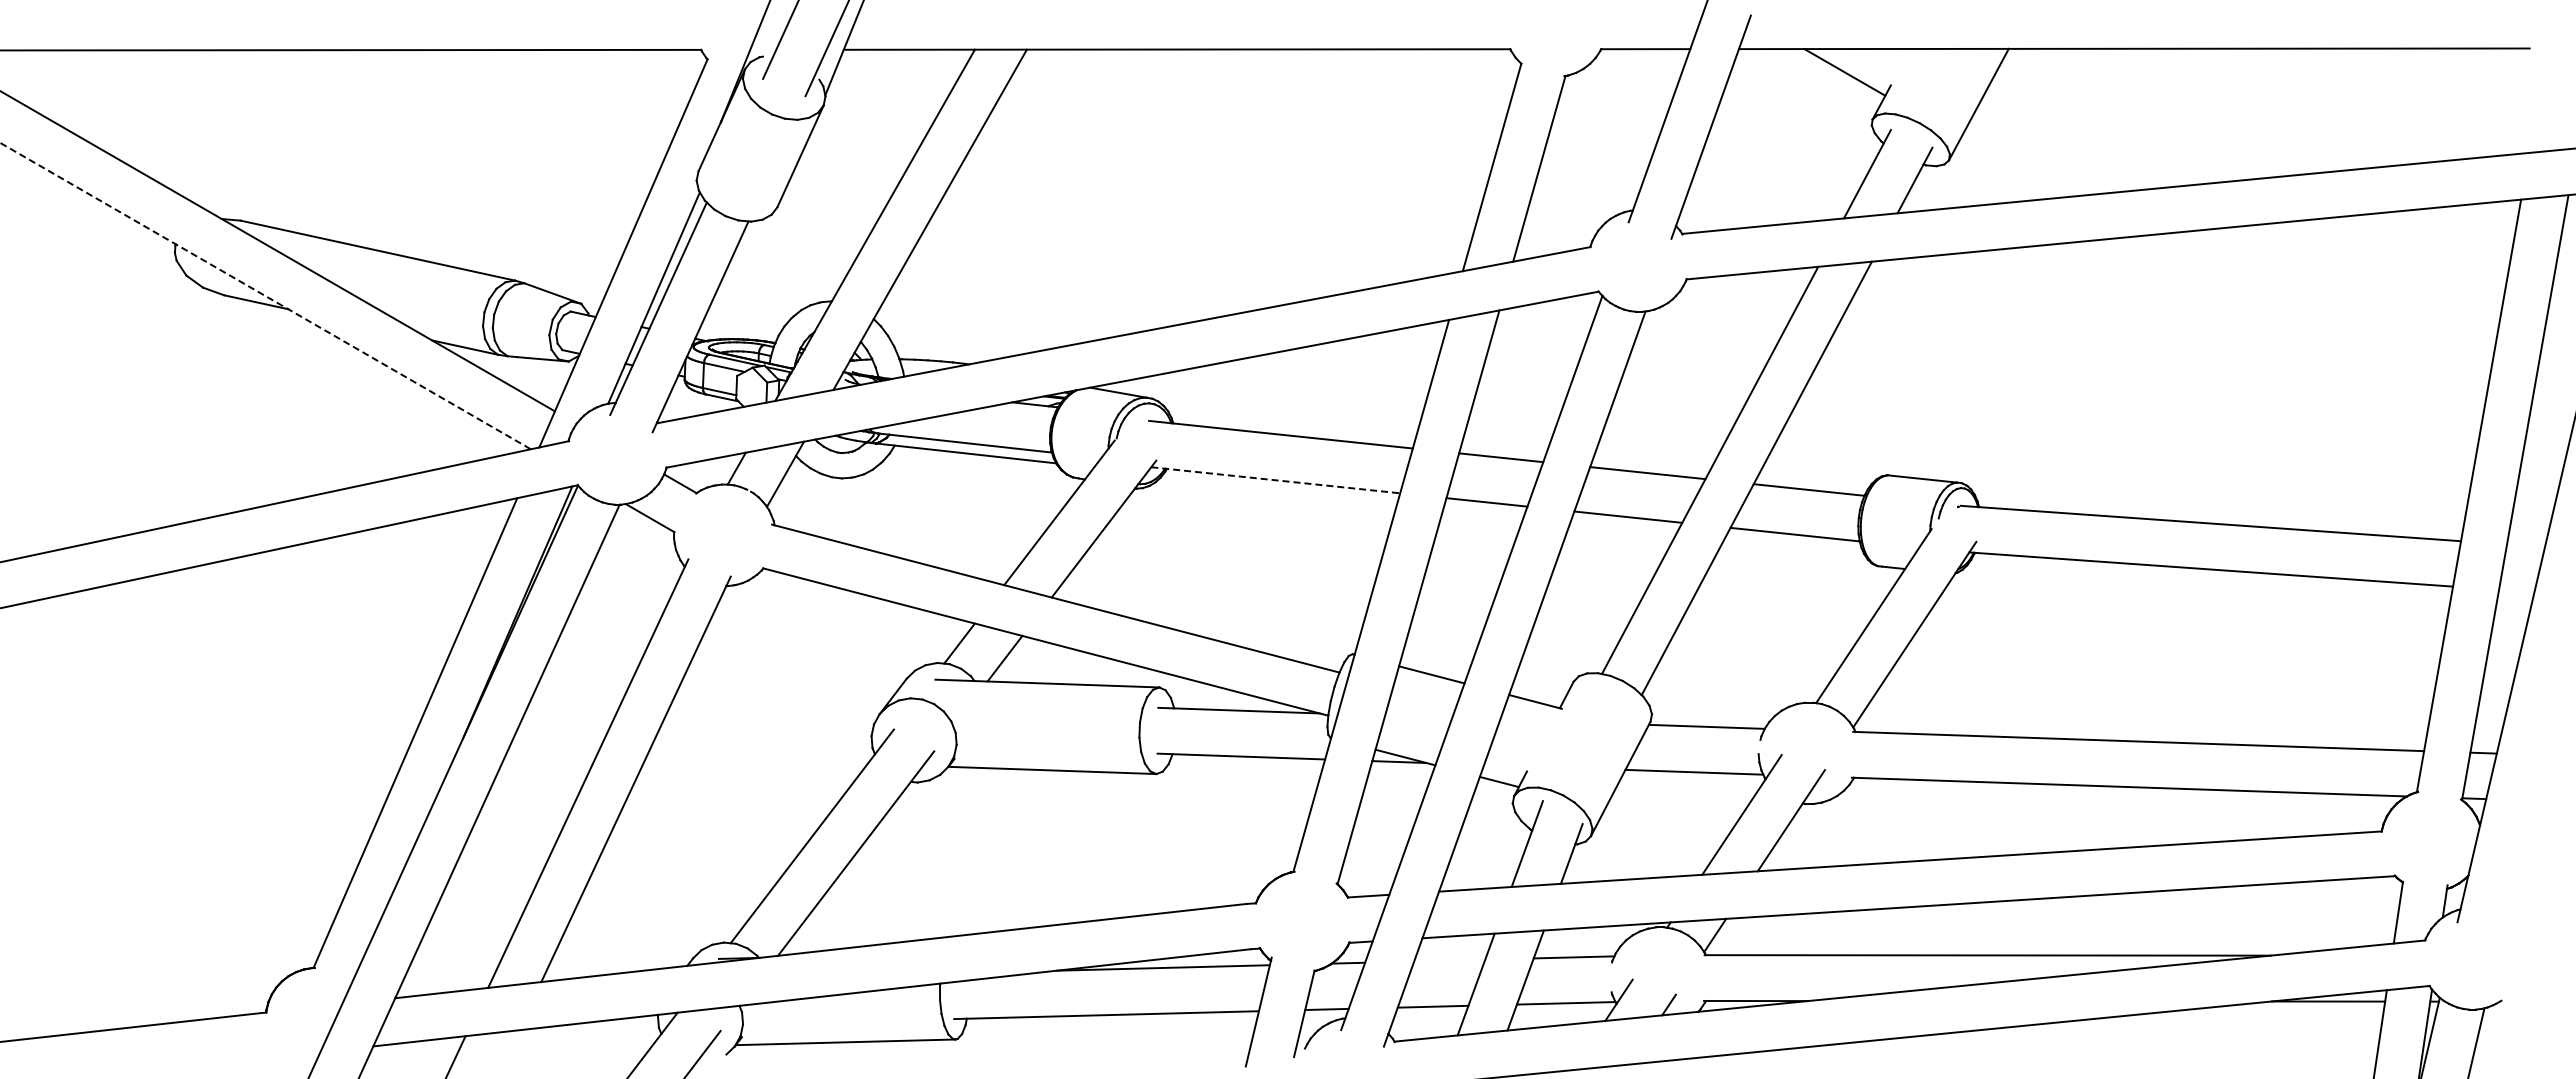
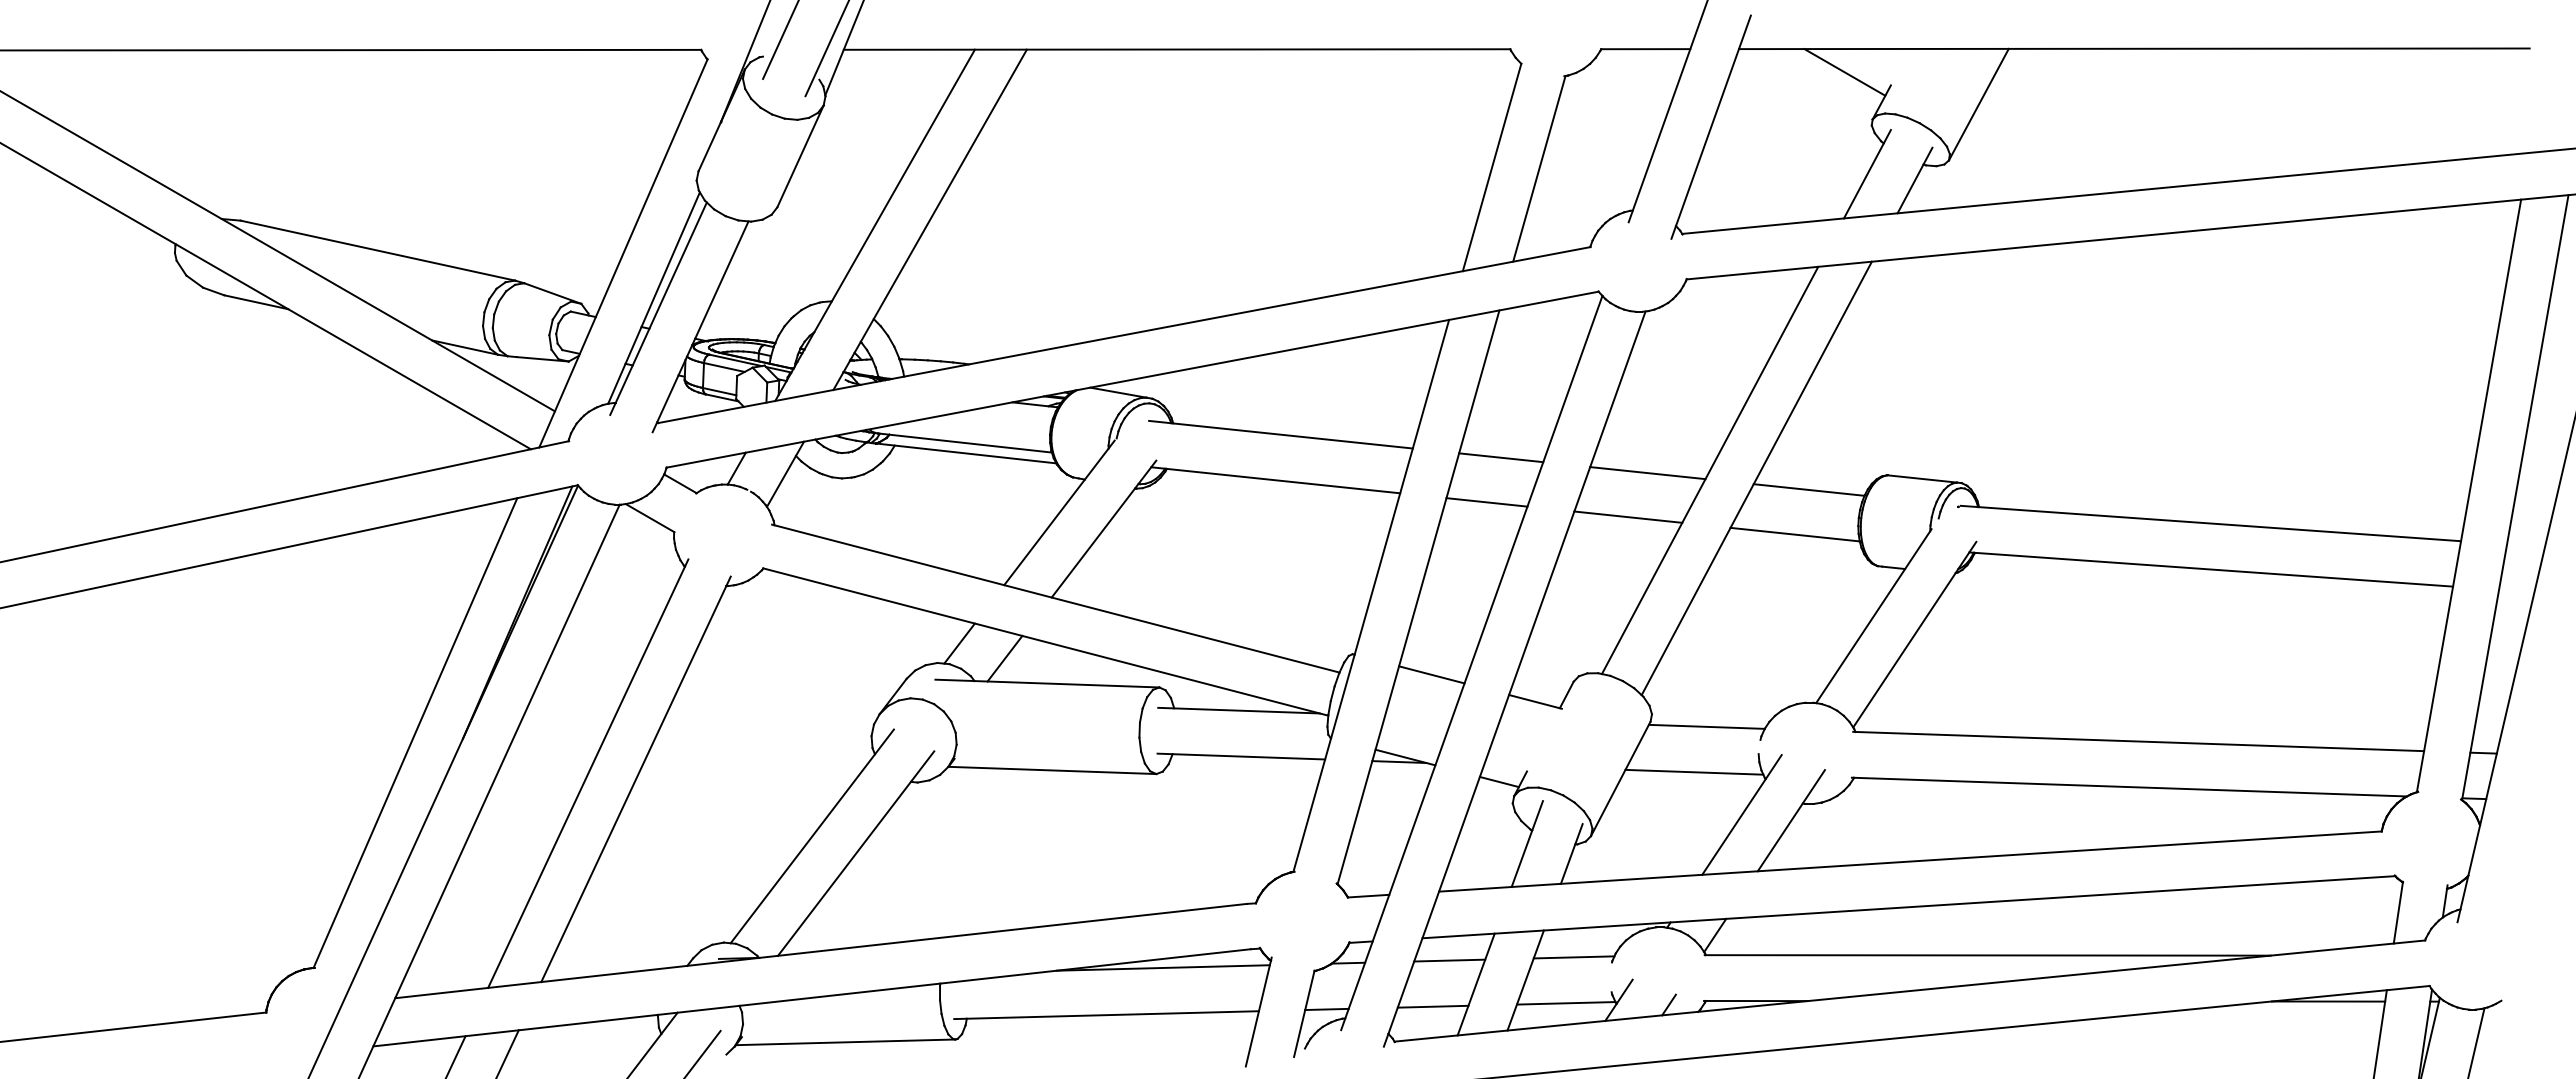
line at (266, 296): dashed -> solid
line at (1276, 480): dashed -> solid
line at (1449, 960): none -> present
line at (507, 1052): none -> present
